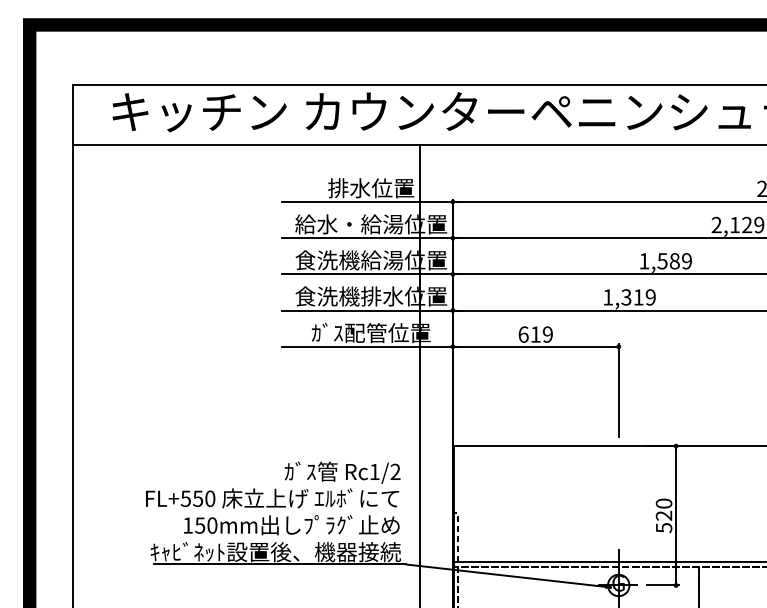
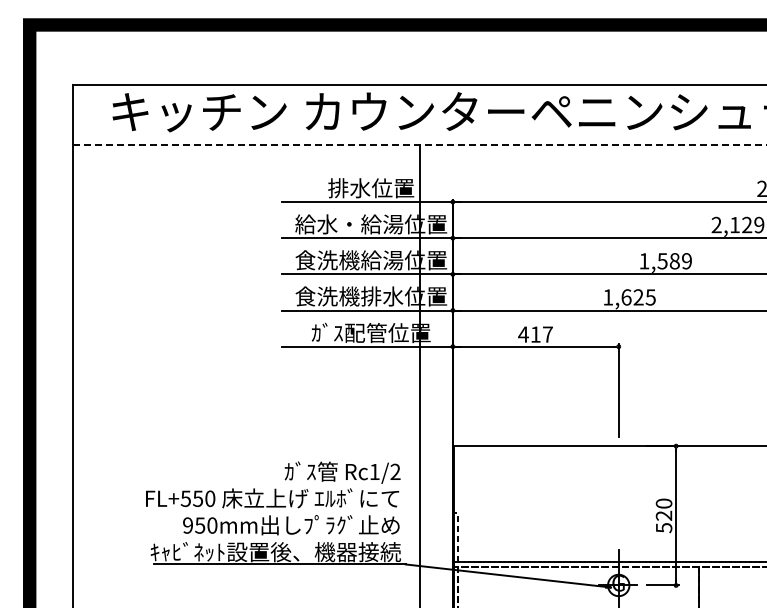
line at (420, 145): solid -> dashed
text at (638, 297): 1,319 -> 1,625
text at (535, 334): 619 -> 417
text at (187, 525): 150mm -> 950mm
